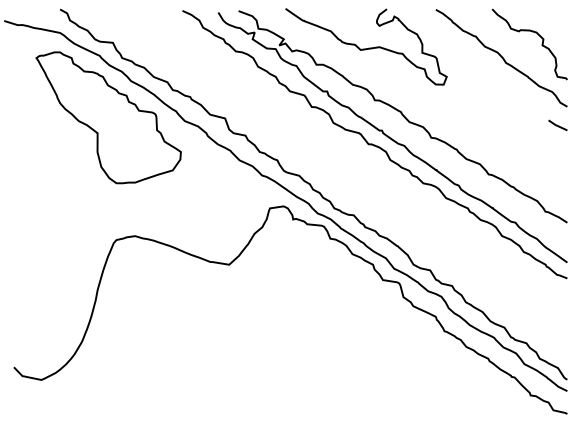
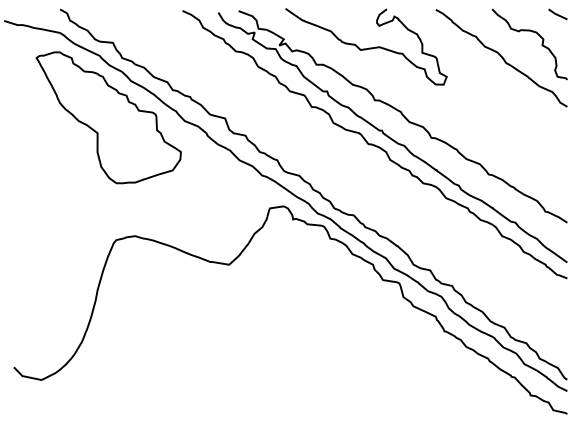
line at (557, 125) position: (557, 125) -> (557, 14)
